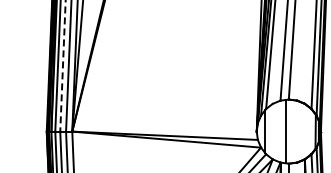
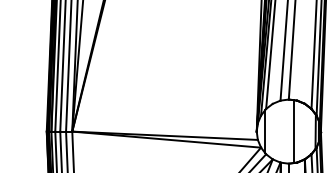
line at (62, 65): dashed -> solid
line at (286, 131) position: (286, 131) -> (294, 131)
